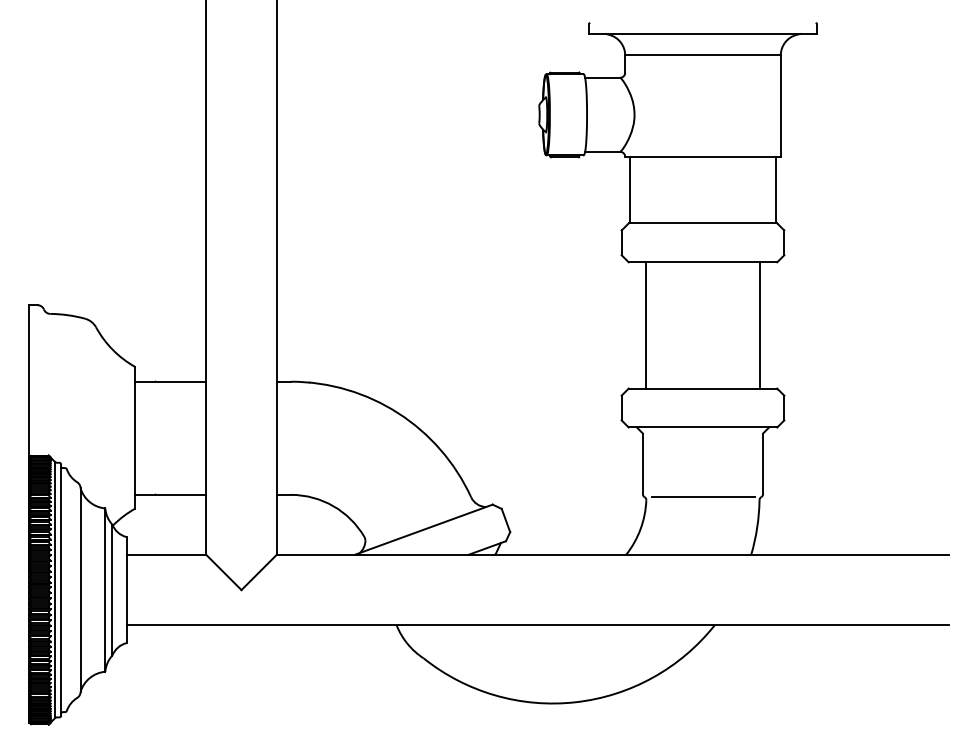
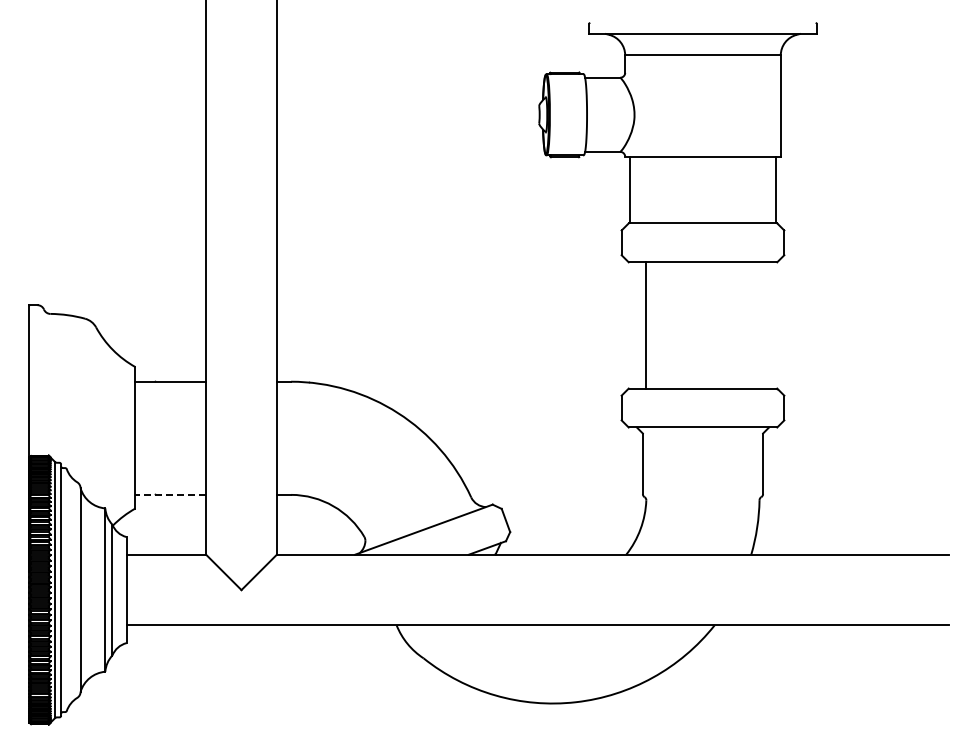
line at (759, 325): present -> none
line at (170, 494): solid -> dashed
line at (702, 497): present -> none
